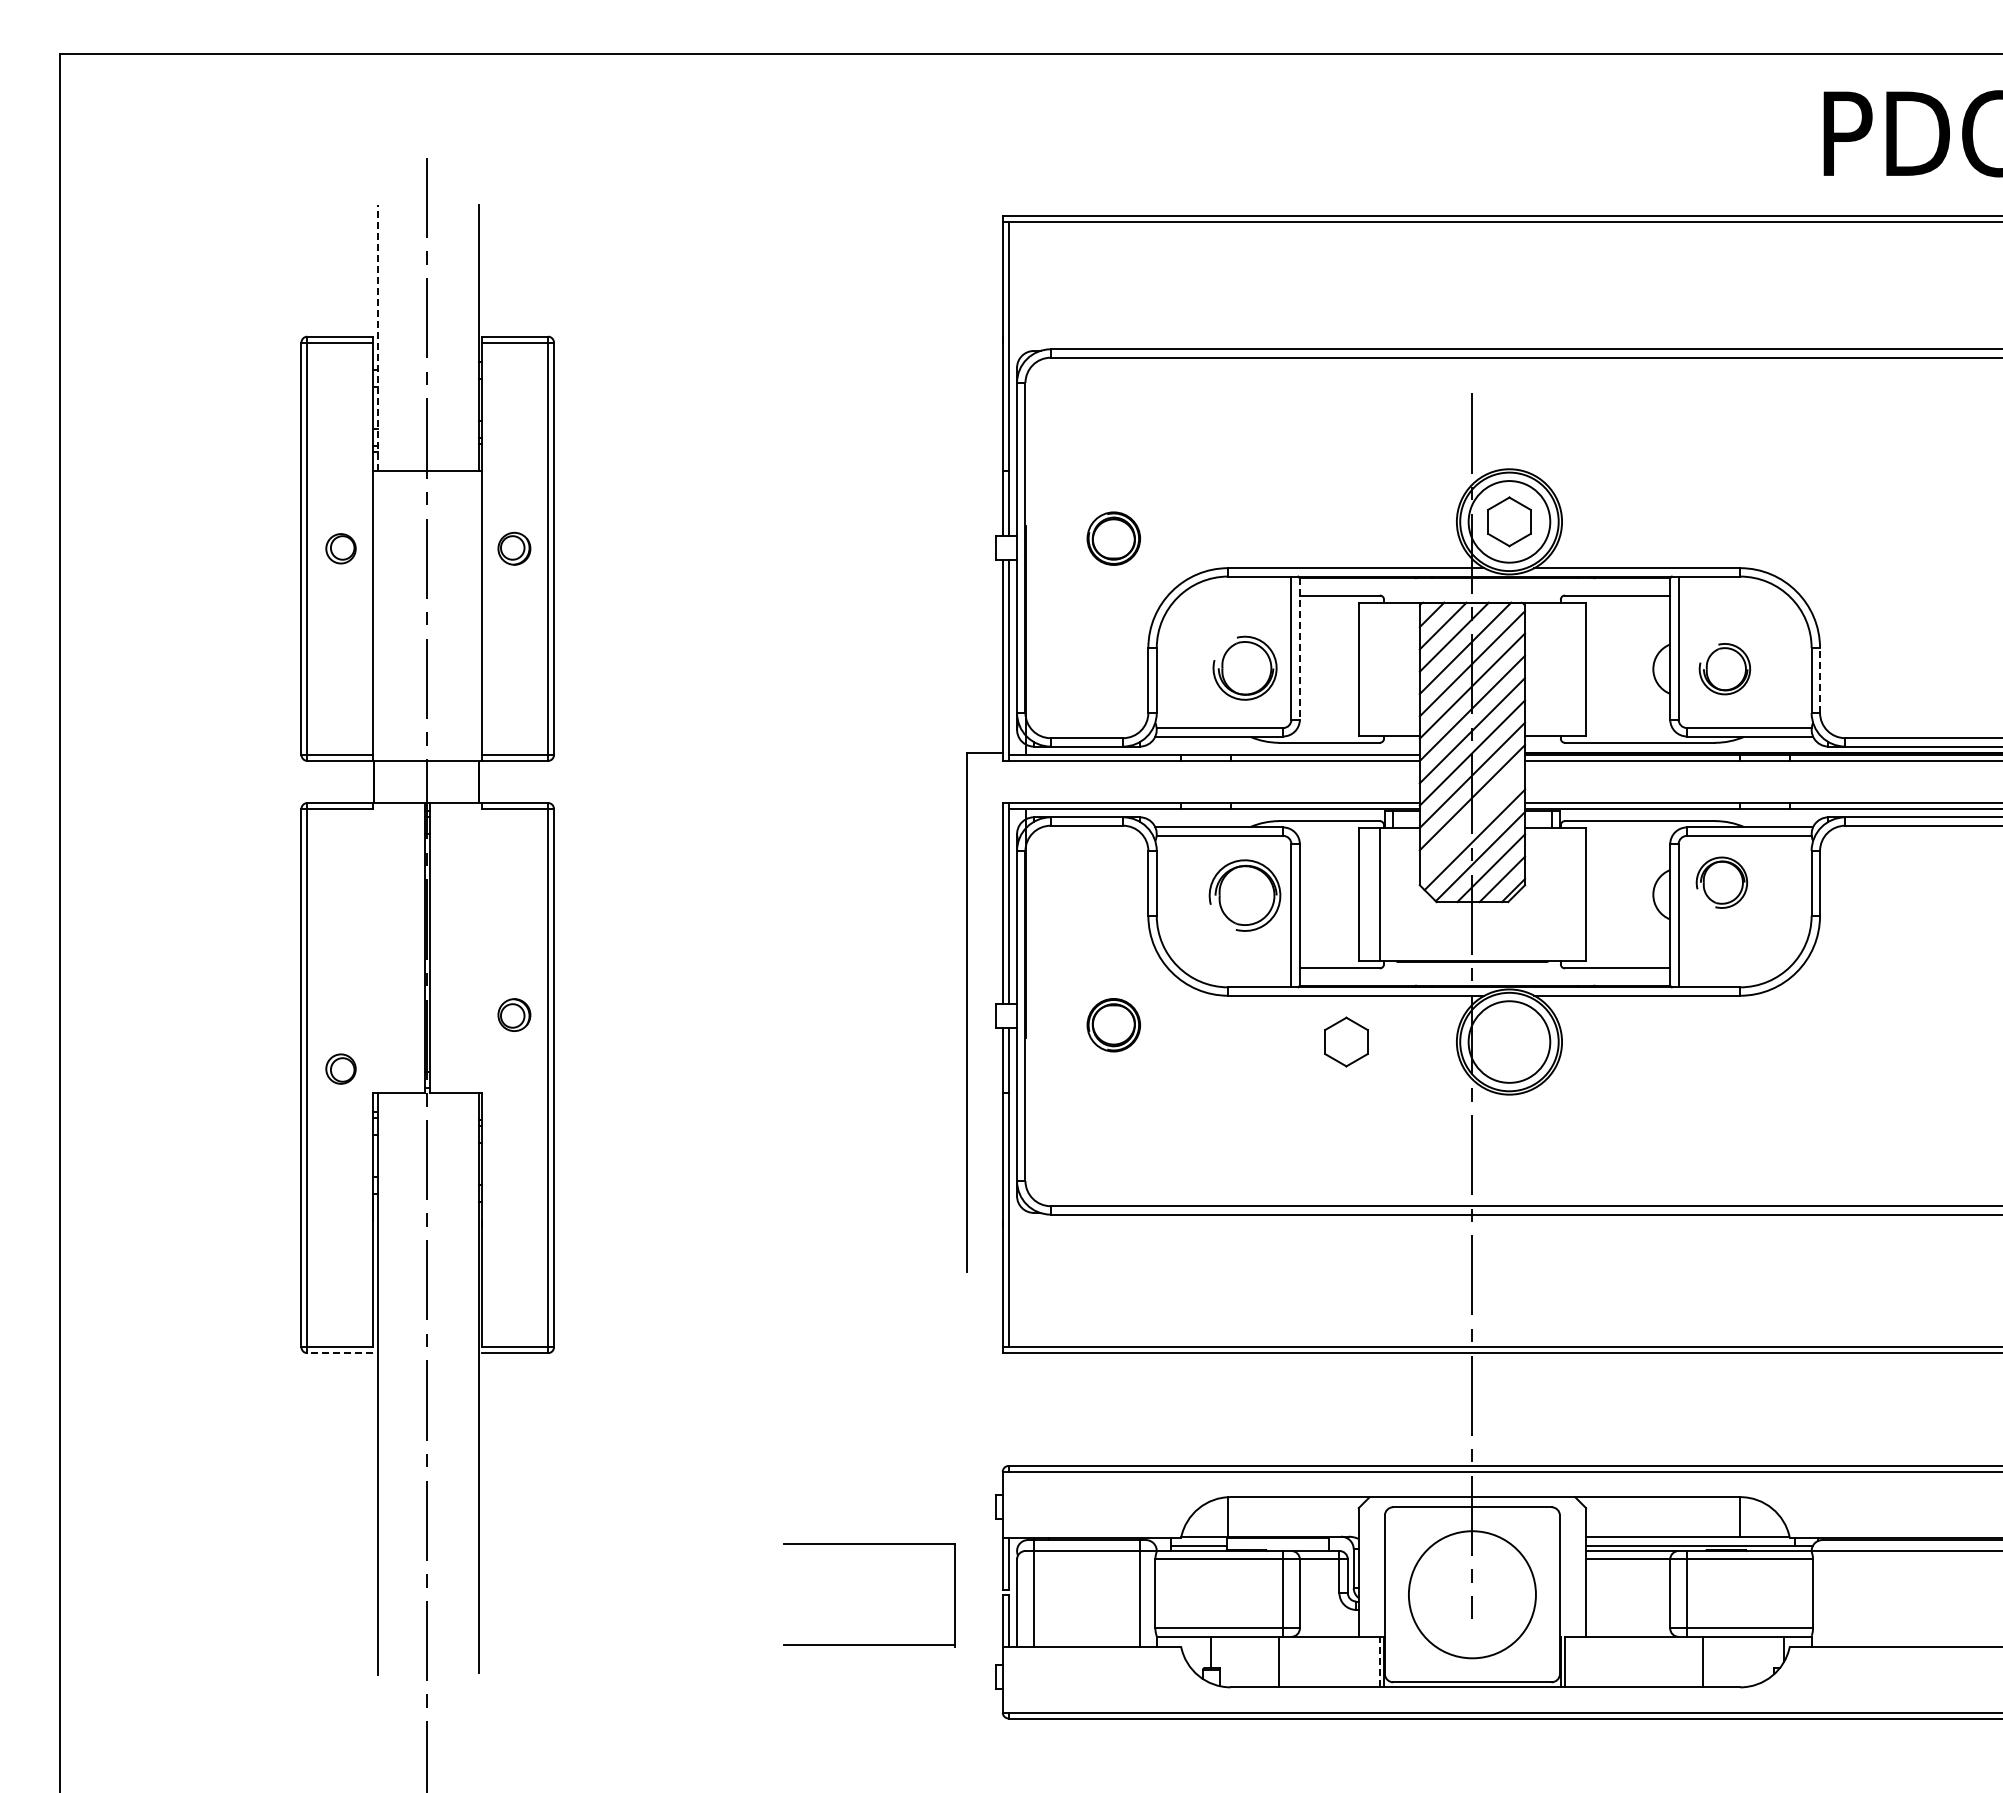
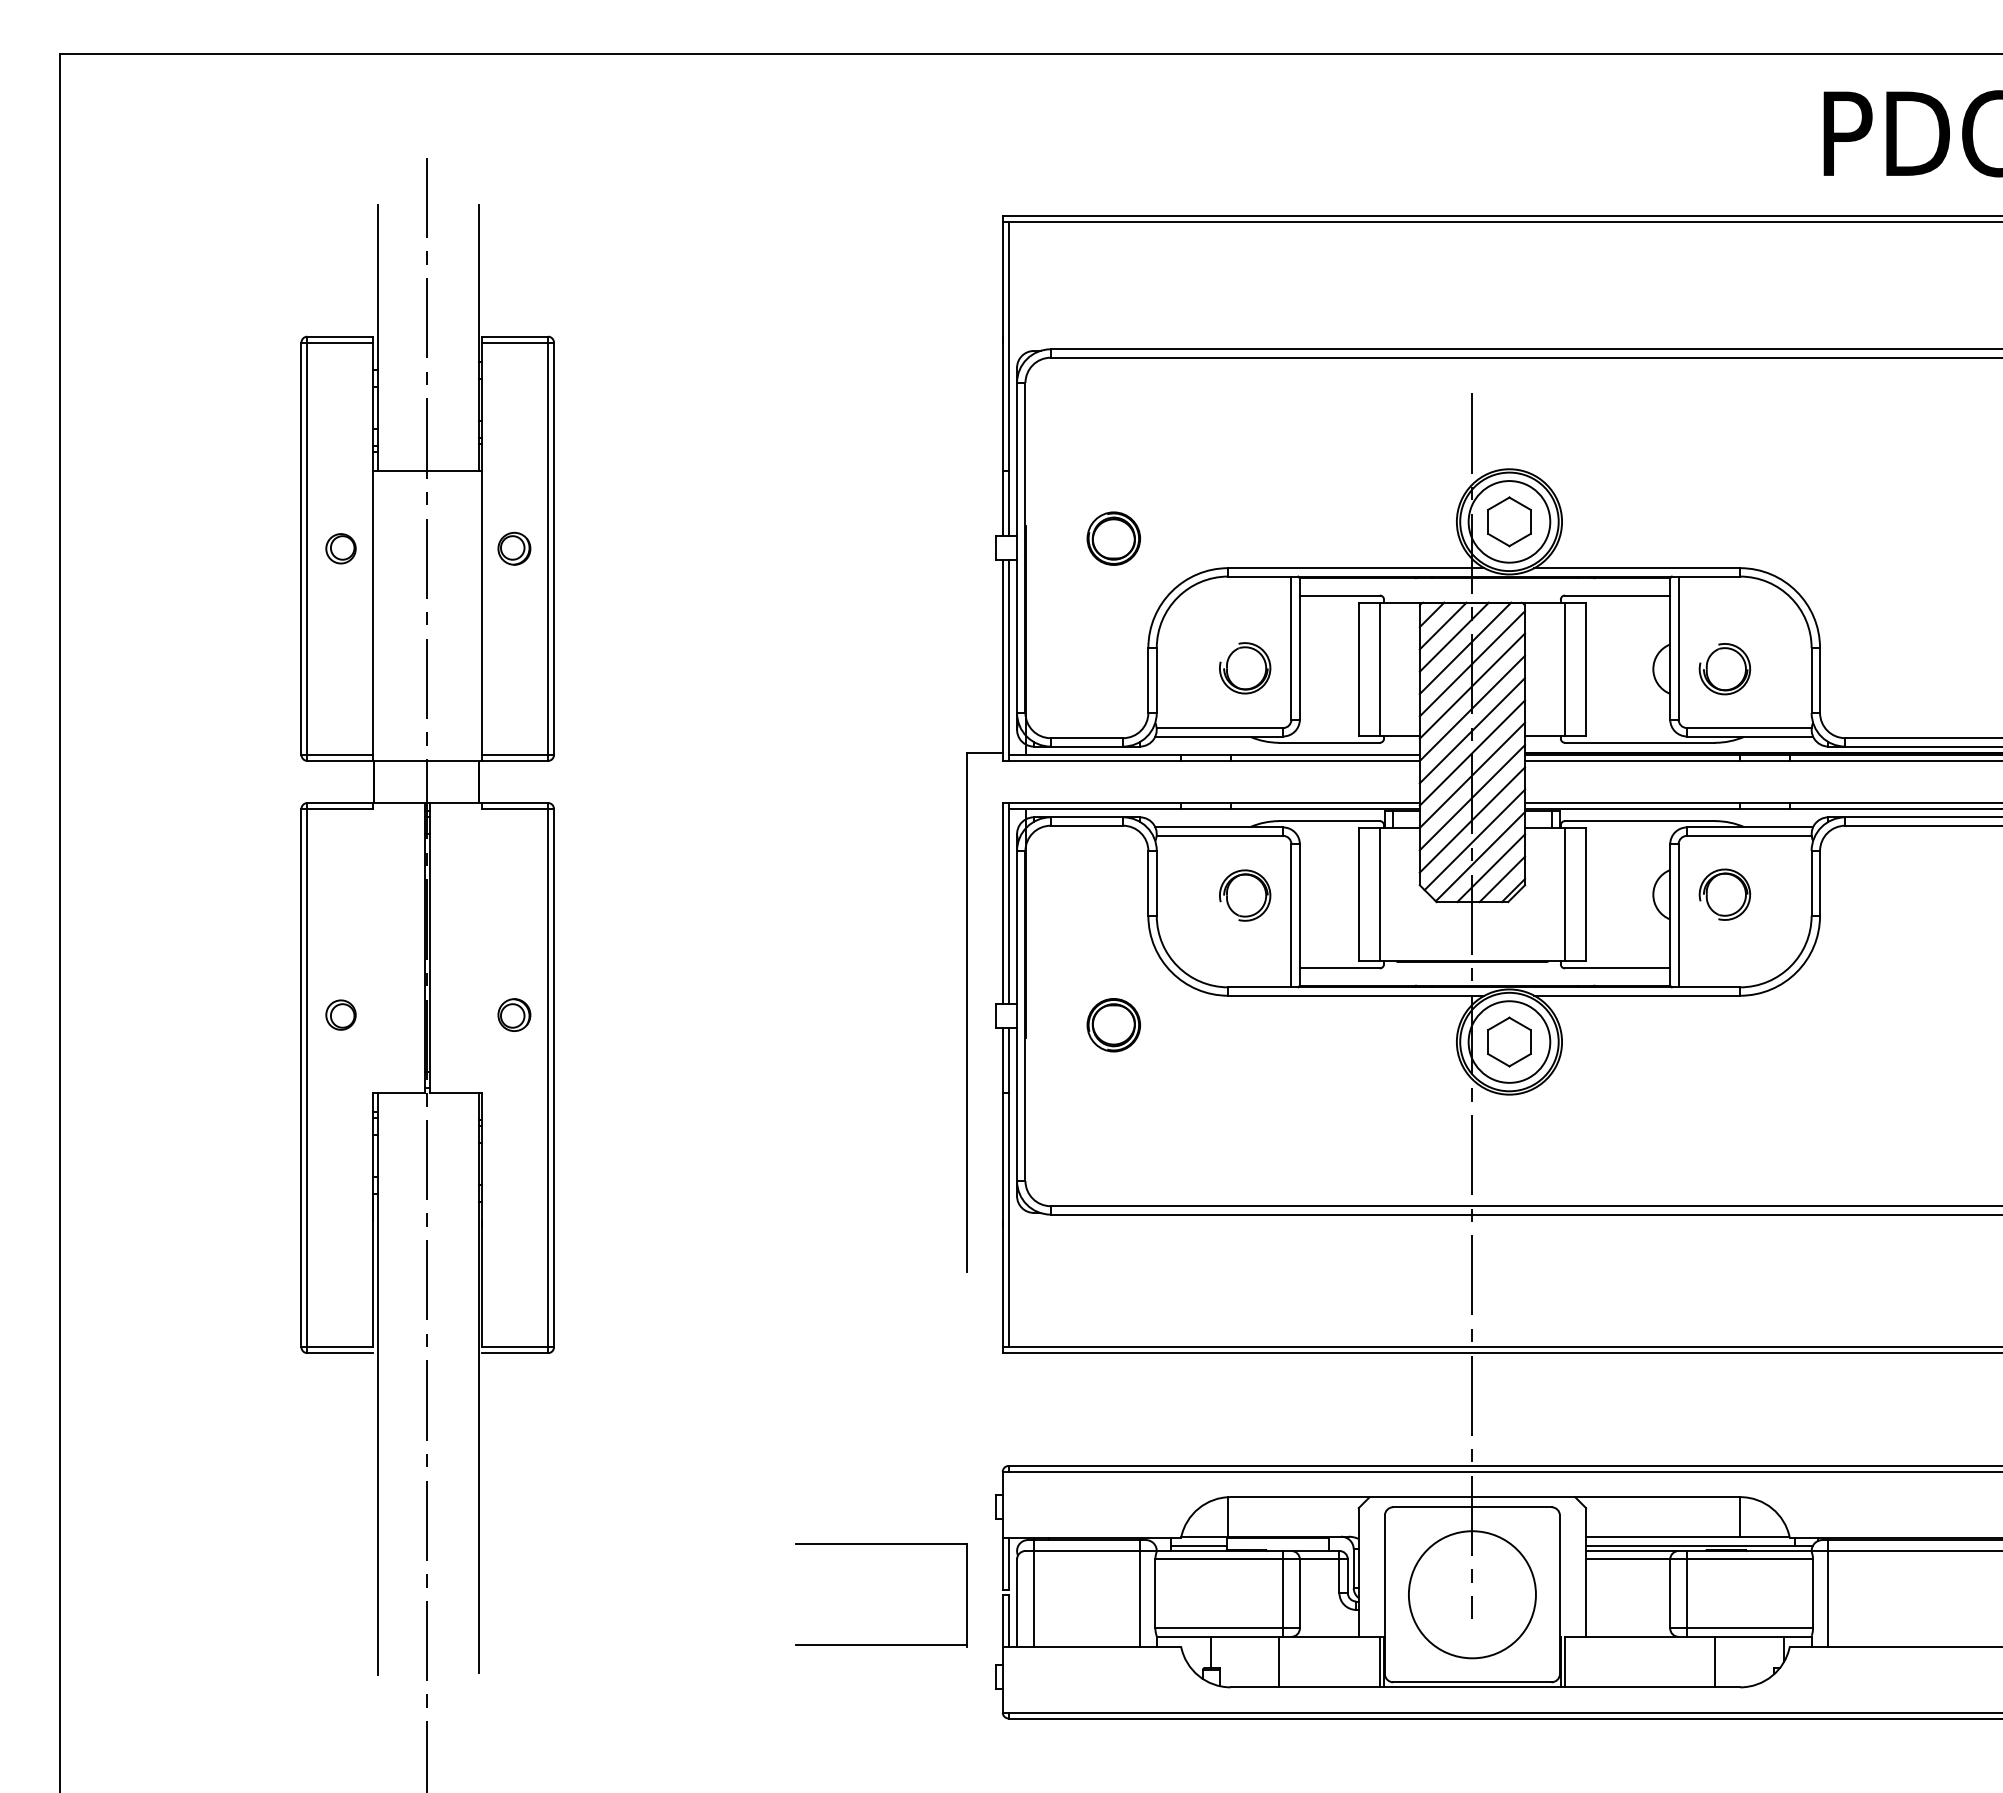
line at (378, 337): dashed -> solid
line at (1299, 648): dashed -> solid
part at (1244, 667) size: 66x66 px -> 53x53 px
line at (1379, 668): none -> present
line at (1565, 668): none -> present
line at (1820, 680): dashed -> solid
line at (1472, 819): none -> present
part at (1721, 882) position: (1721, 882) -> (1724, 894)
line at (1565, 894): none -> present
part at (1244, 895) size: 74x73 px -> 53x53 px
part at (1346, 1041) position: (1346, 1041) -> (1509, 1041)
part at (340, 1068) position: (340, 1068) -> (340, 1014)
line at (340, 1353): dashed -> solid
line at (1828, 1593): none -> present
part at (869, 1644) position: (869, 1644) -> (881, 1644)
line at (1379, 1661): dashed -> solid
line at (1703, 1661) position: (1703, 1661) -> (1715, 1661)
